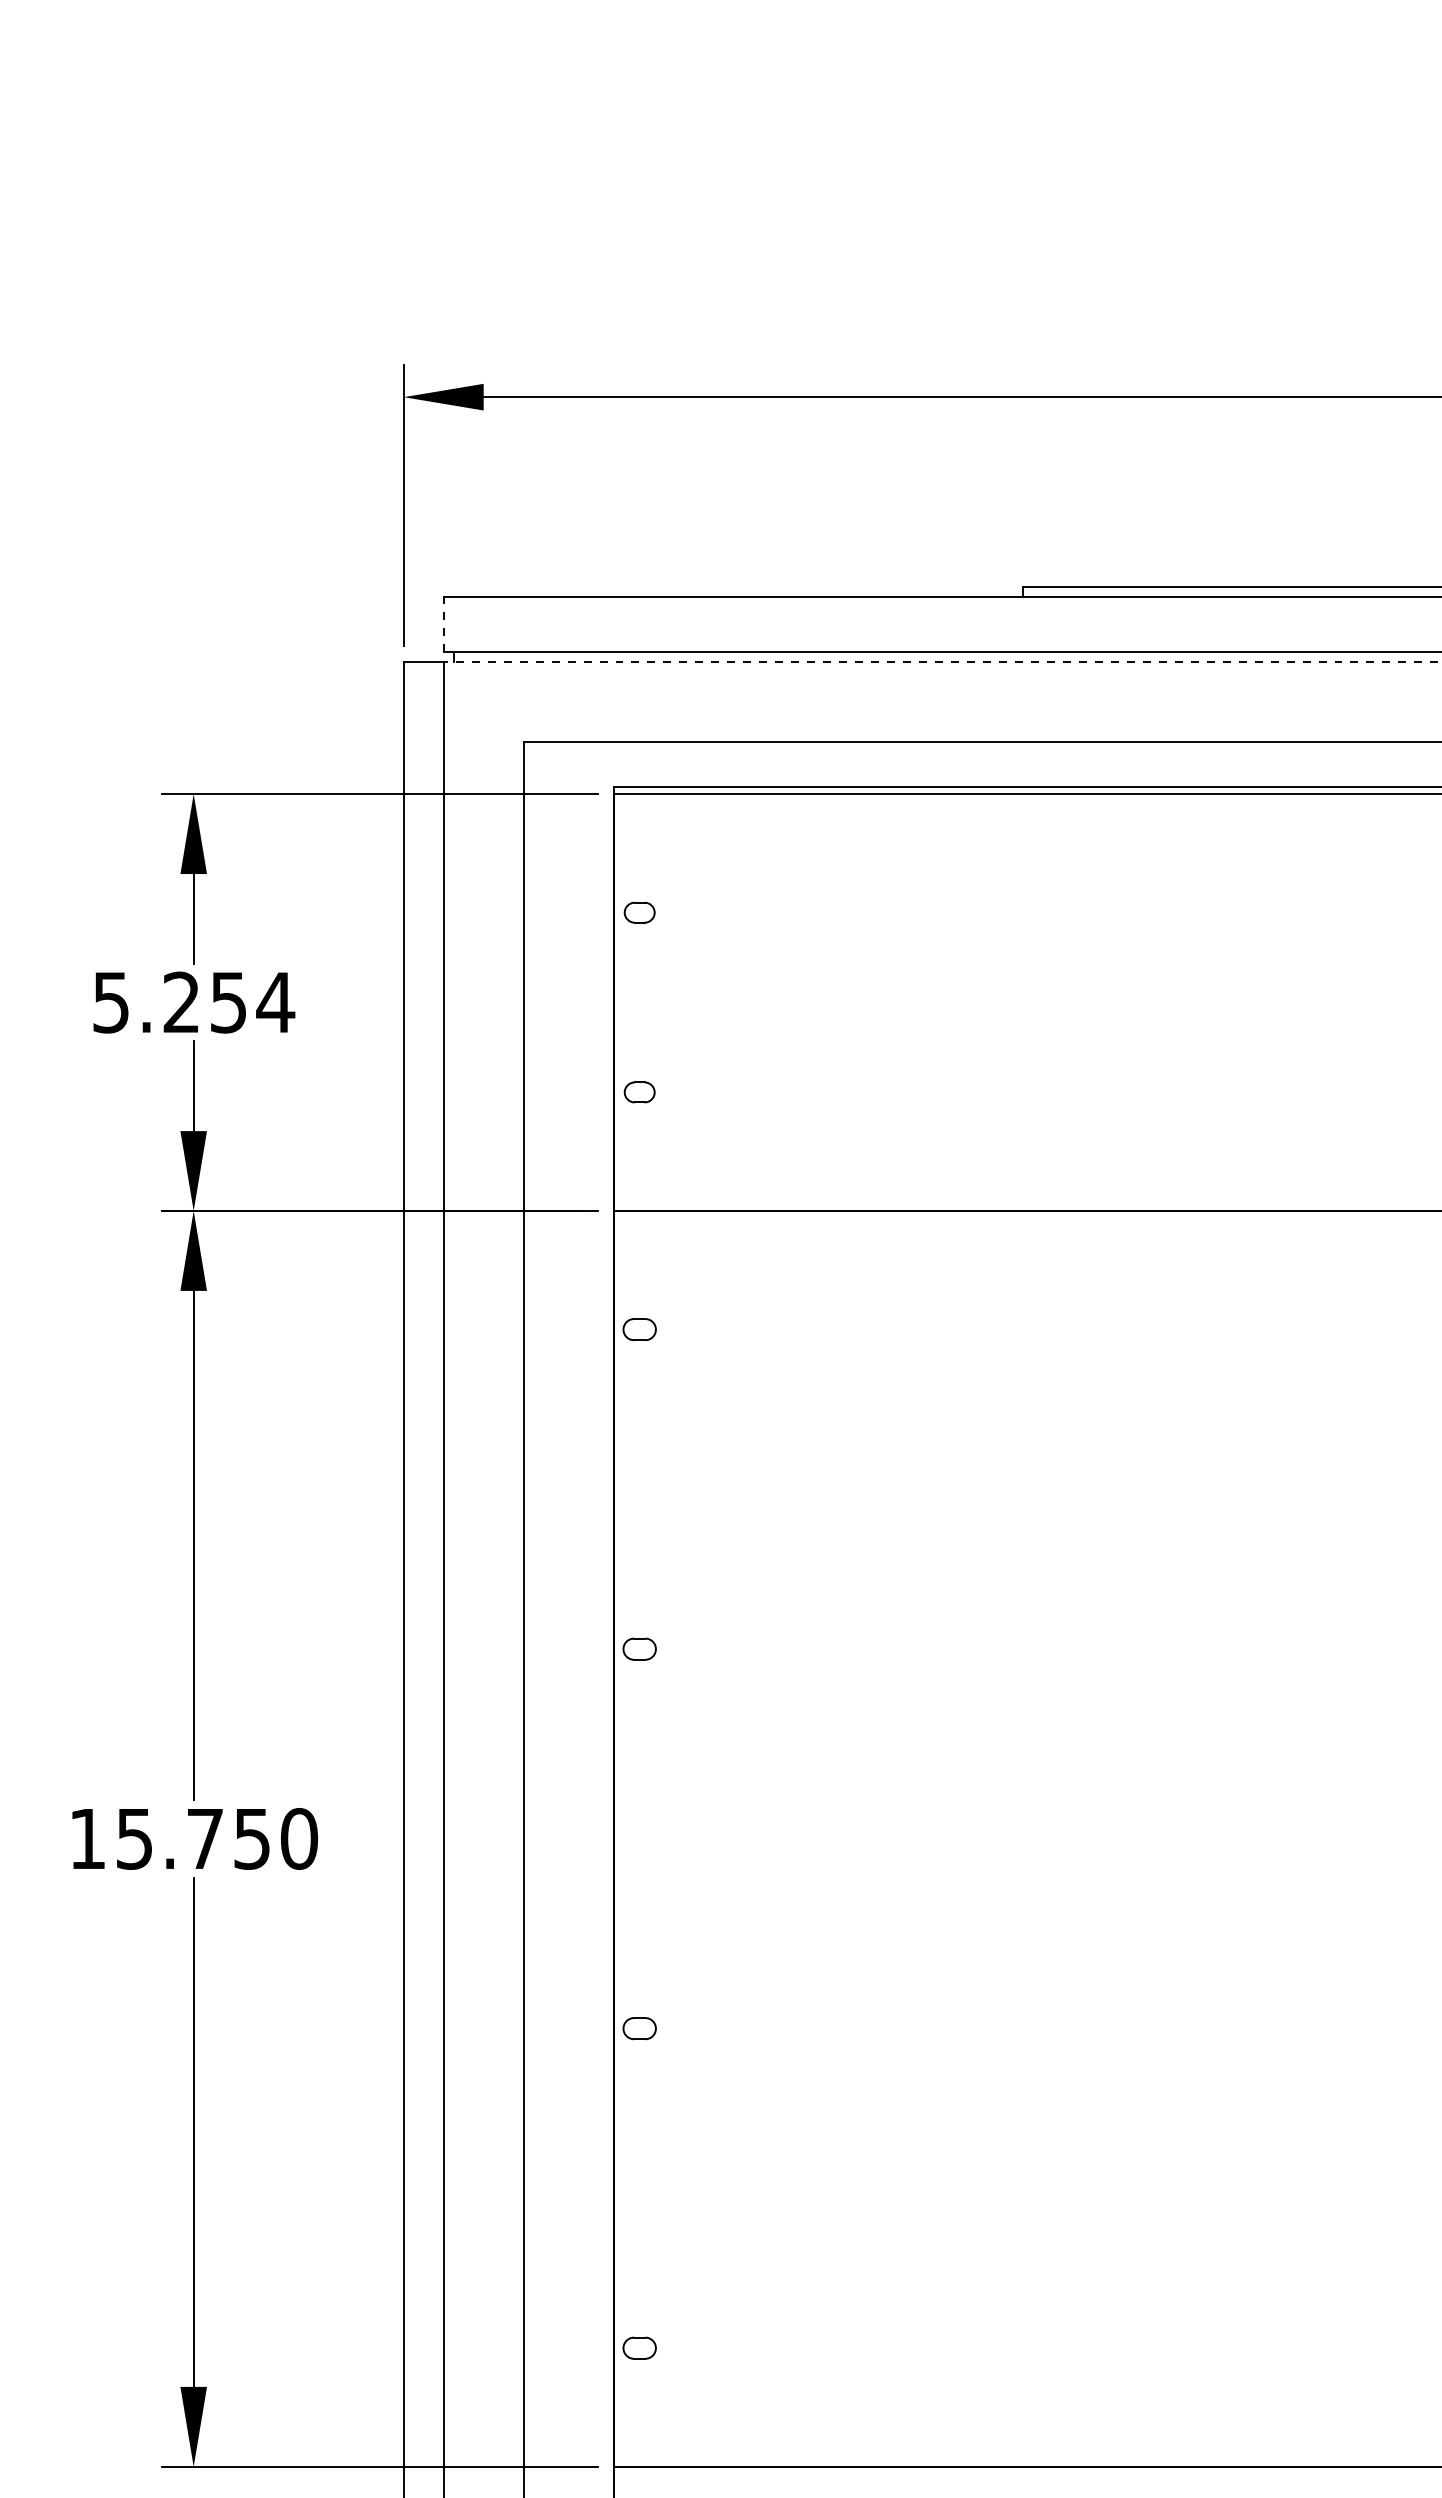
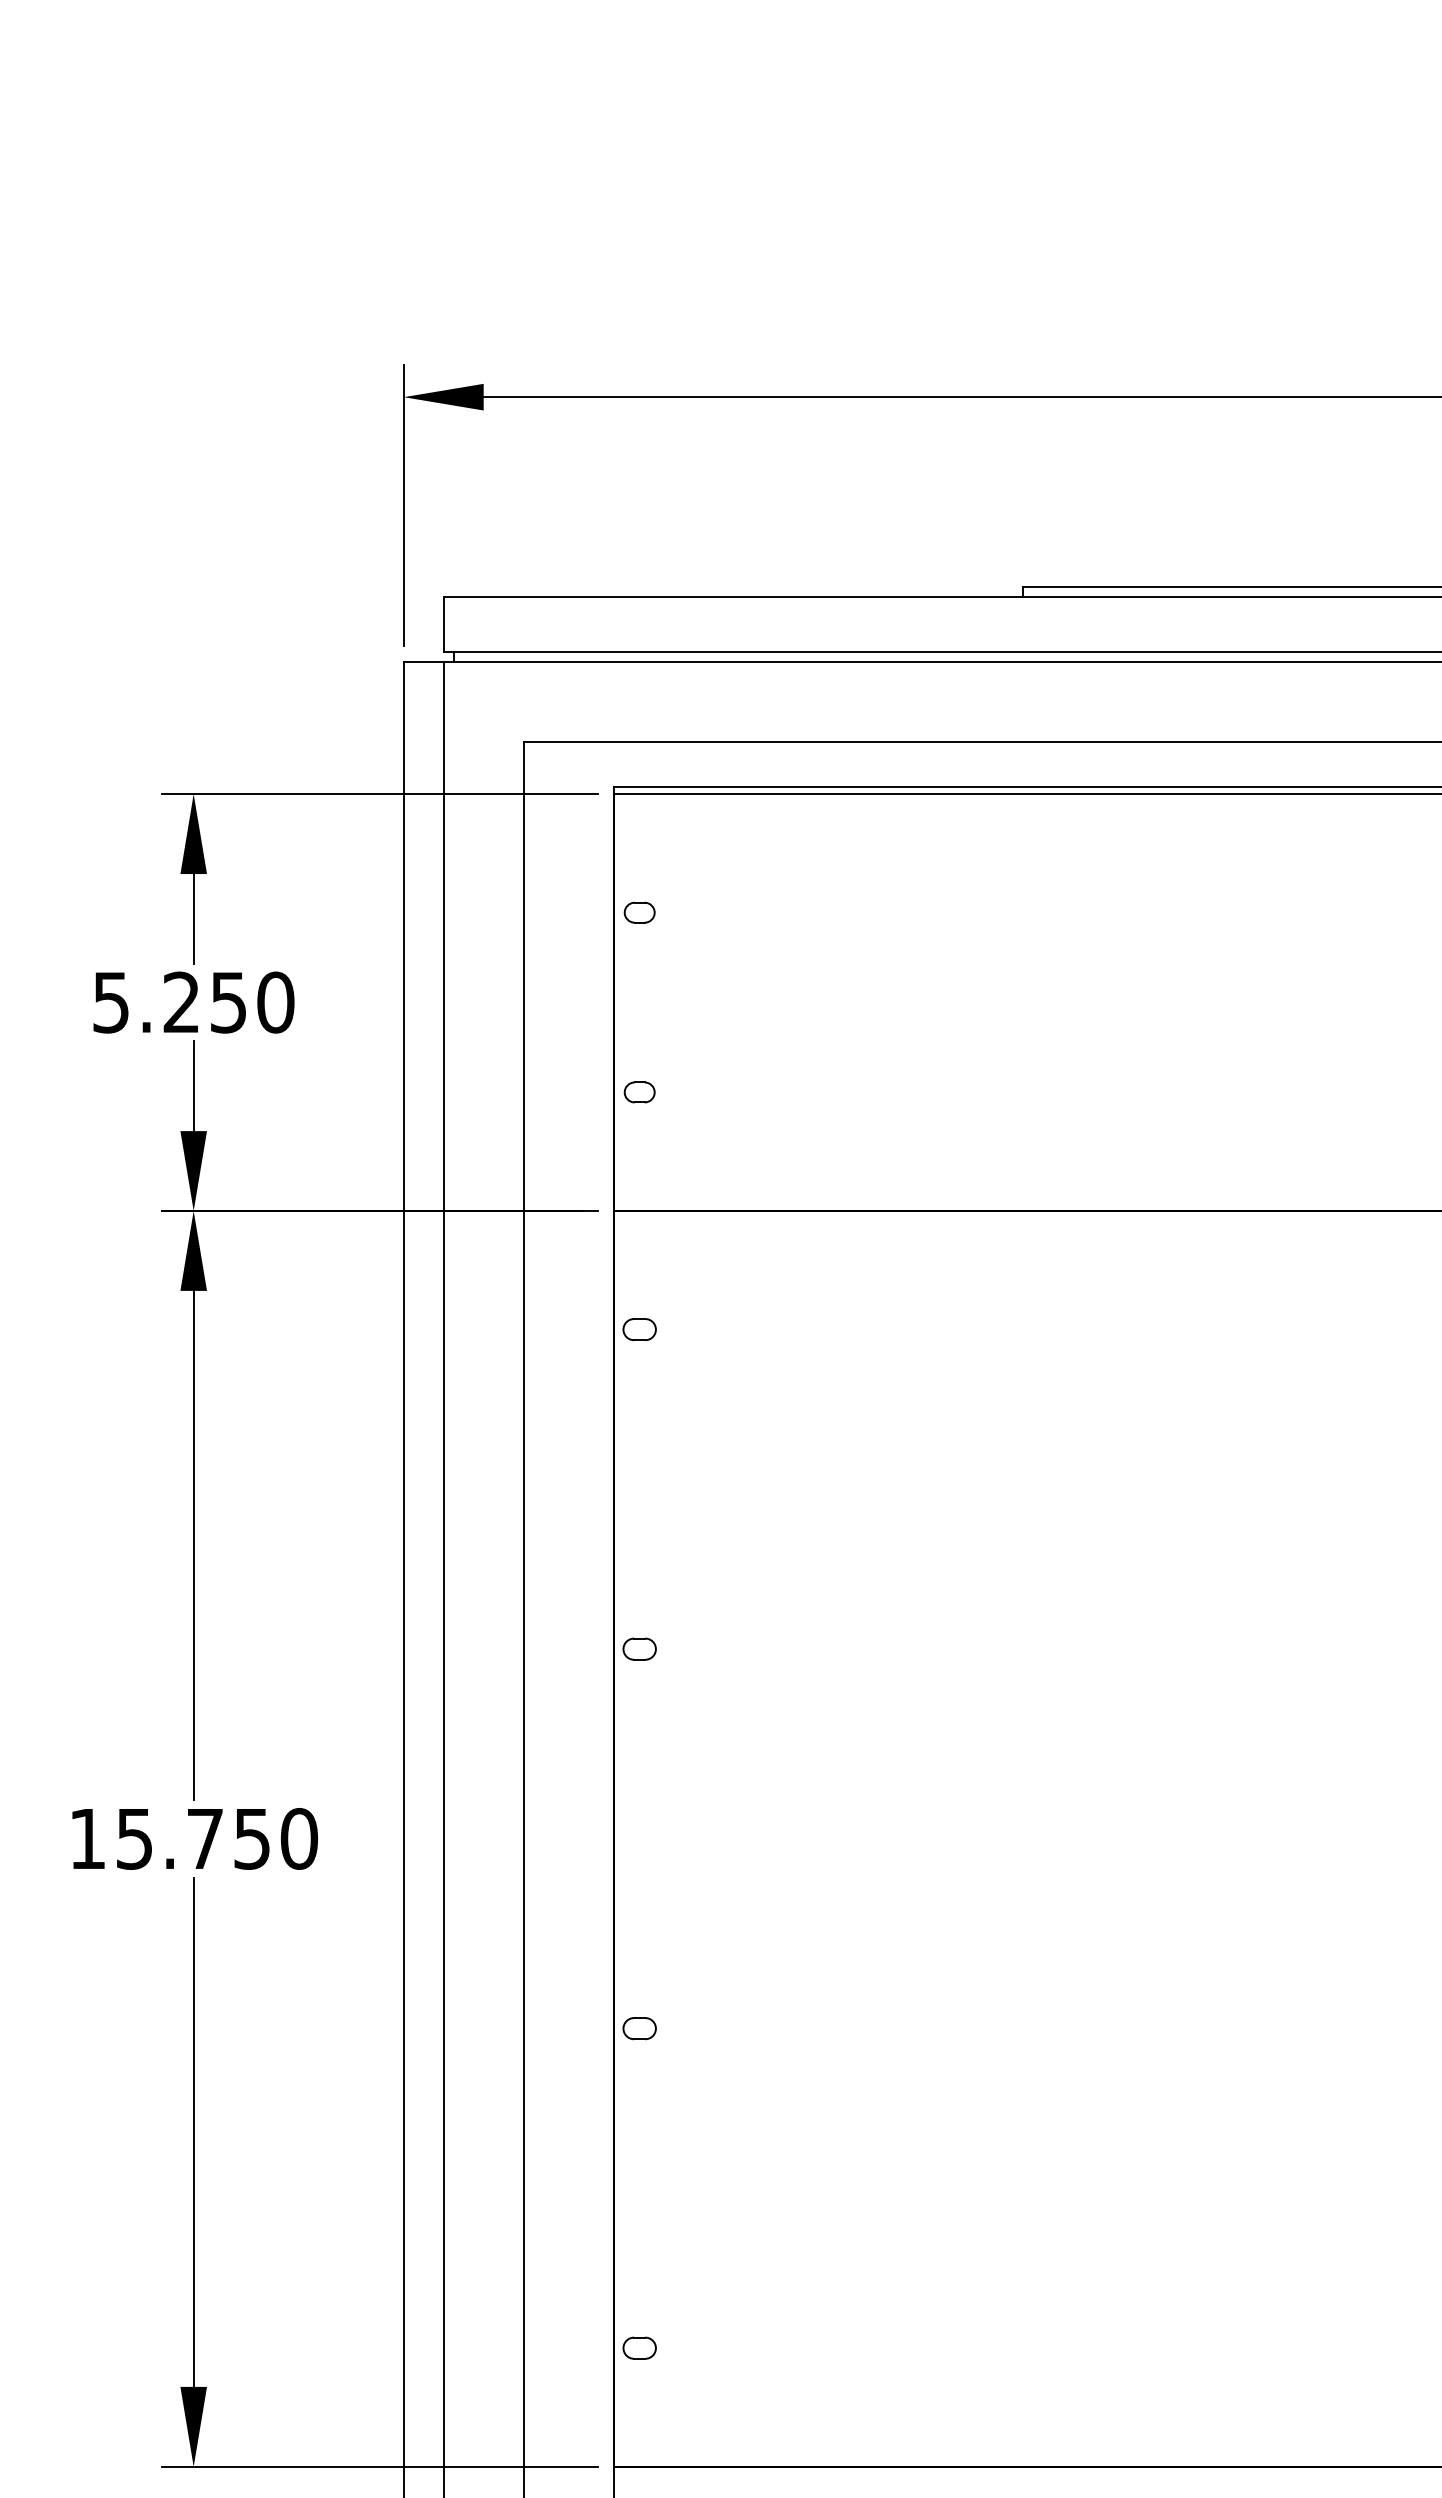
line at (443, 623): dashed -> solid
line at (942, 661): dashed -> solid
text at (275, 1002): 5.254 -> 5.250
